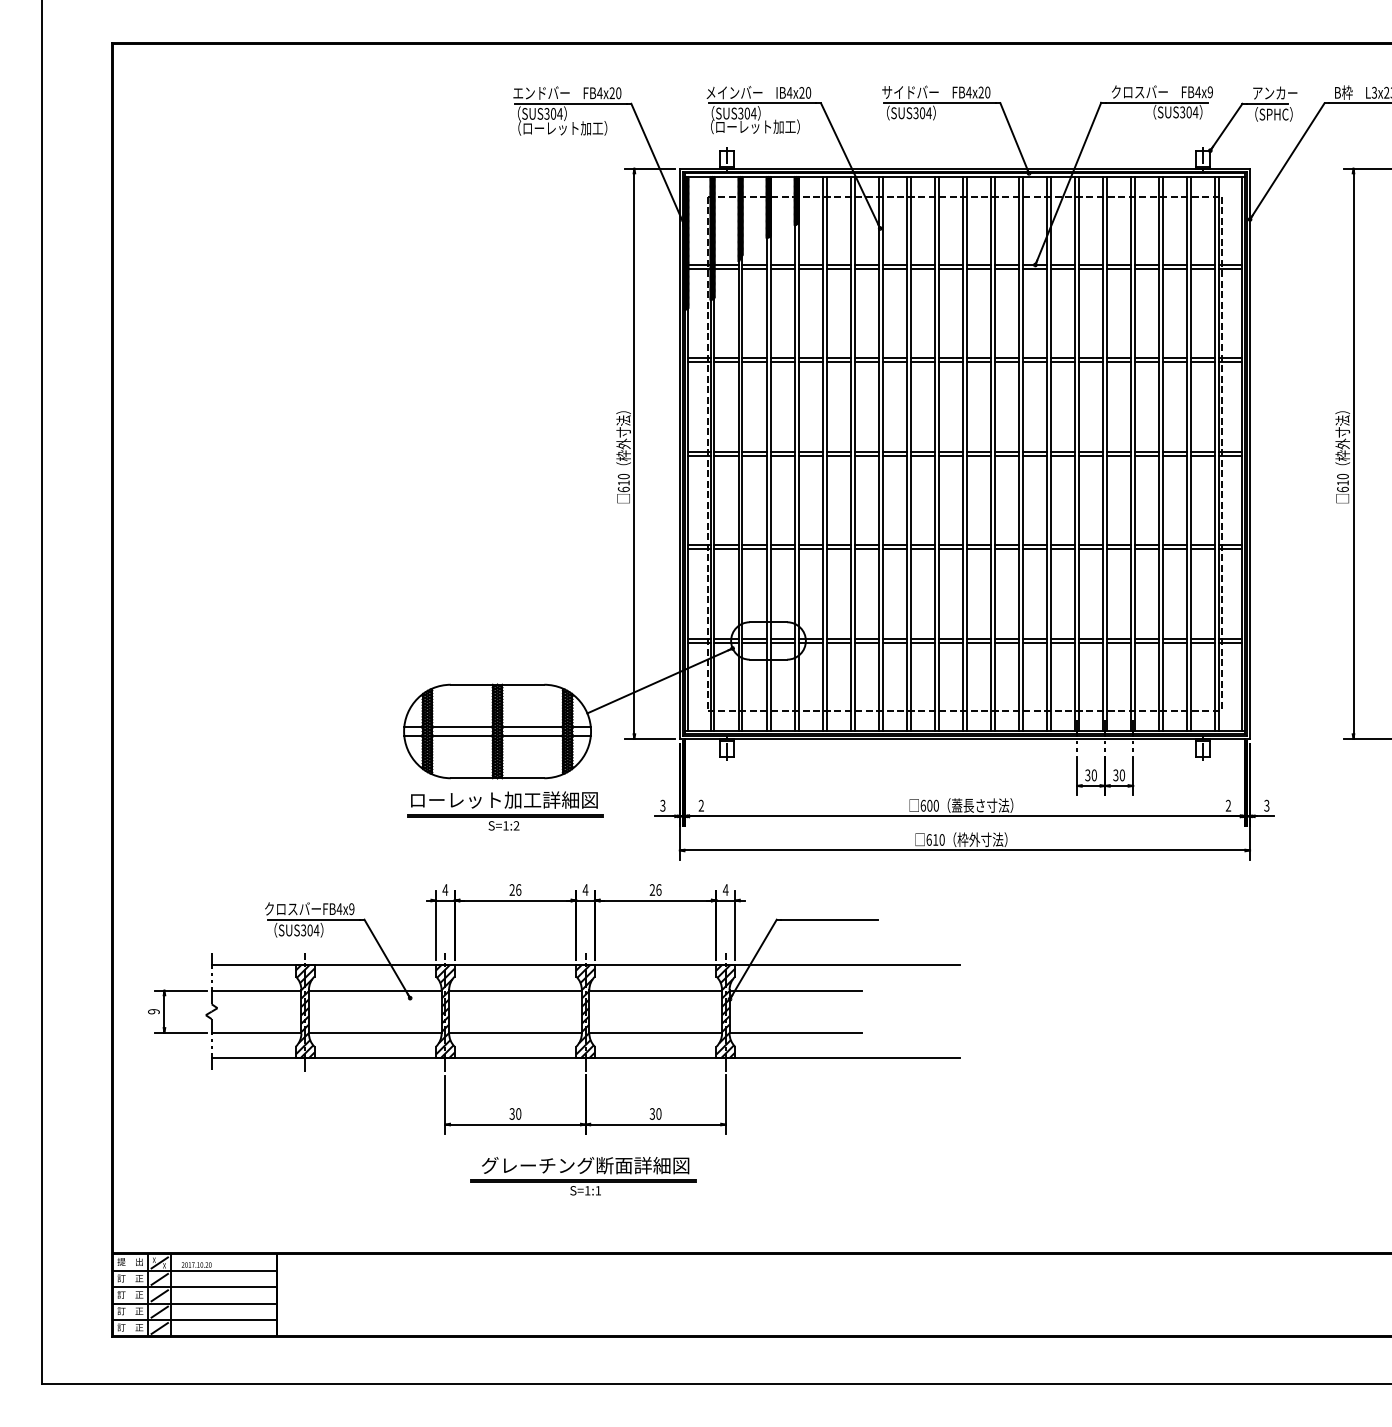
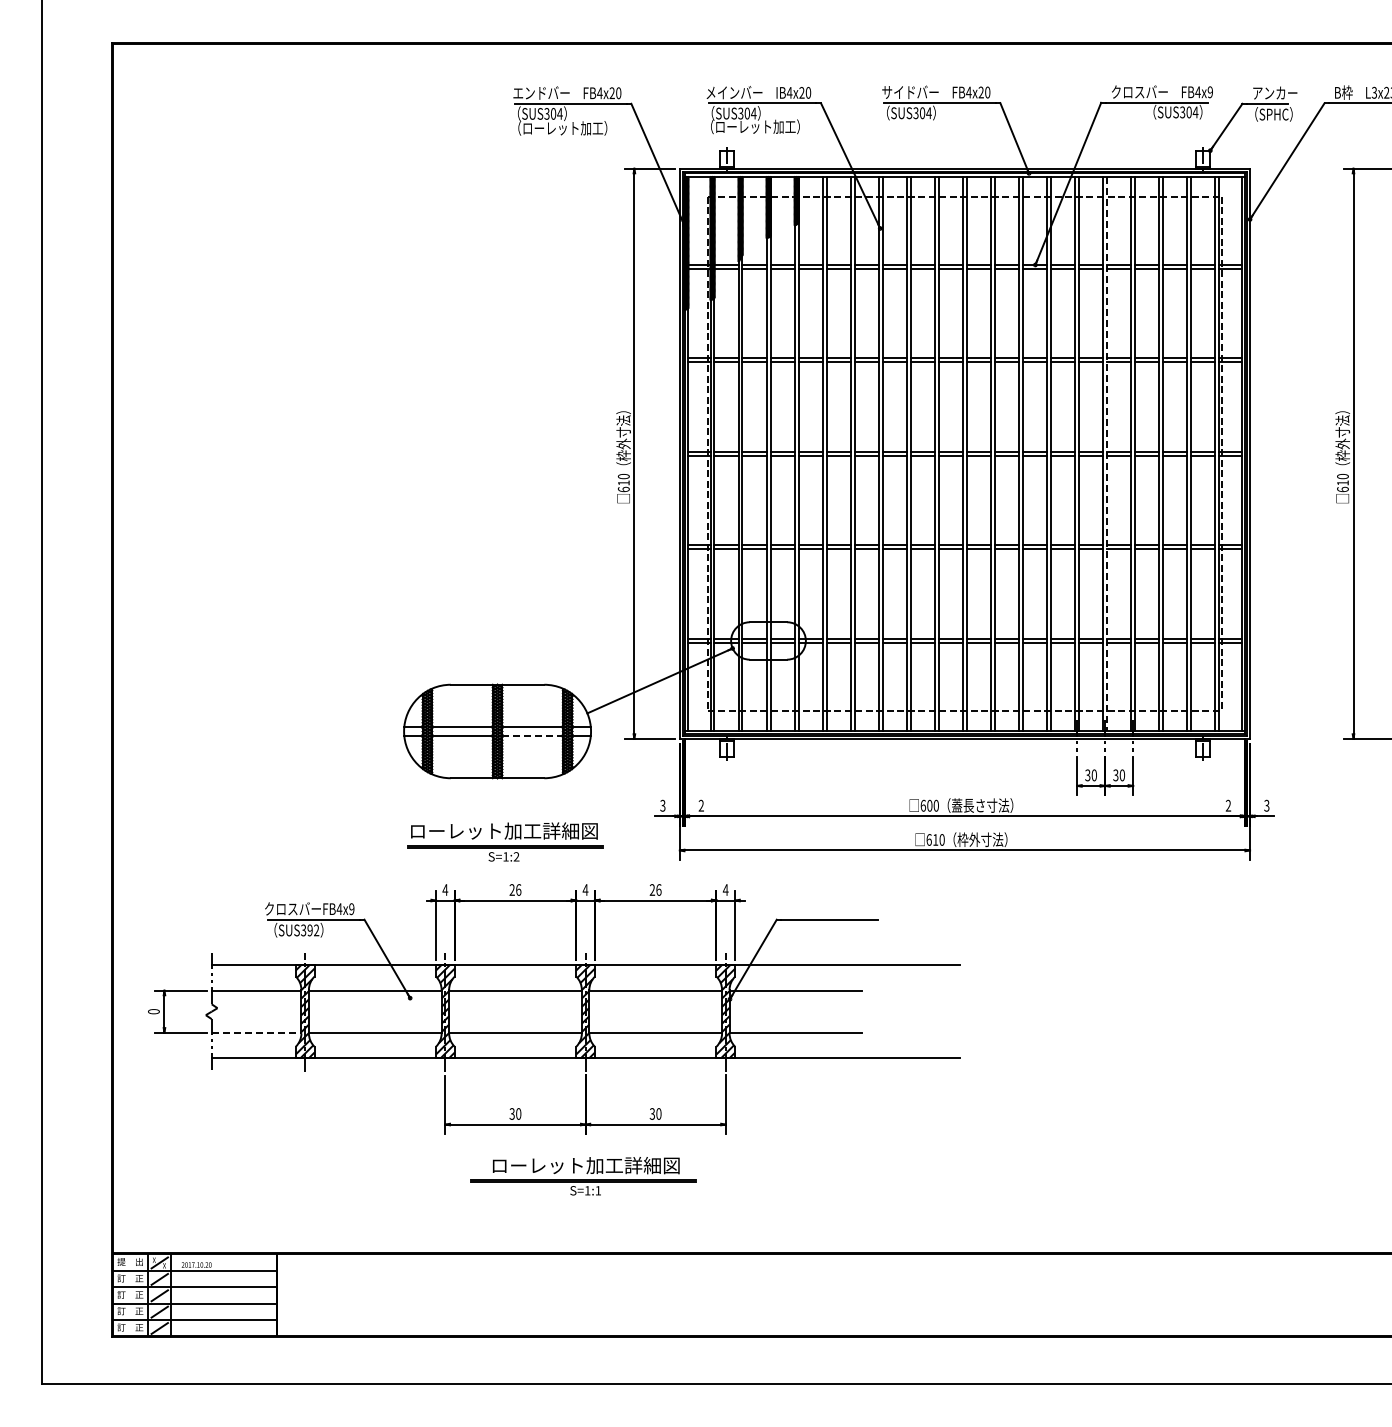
line at (1107, 453): solid -> dashed
line at (533, 736): solid -> dashed
part at (505, 810) position: (505, 810) -> (505, 841)
text at (313, 930): SUS304 -> SUS392
text at (153, 1011): 9 -> 0
line at (256, 1032): solid -> dashed
text at (585, 1165): グレーチング断面詳細図 -> ローレット加工詳細図
